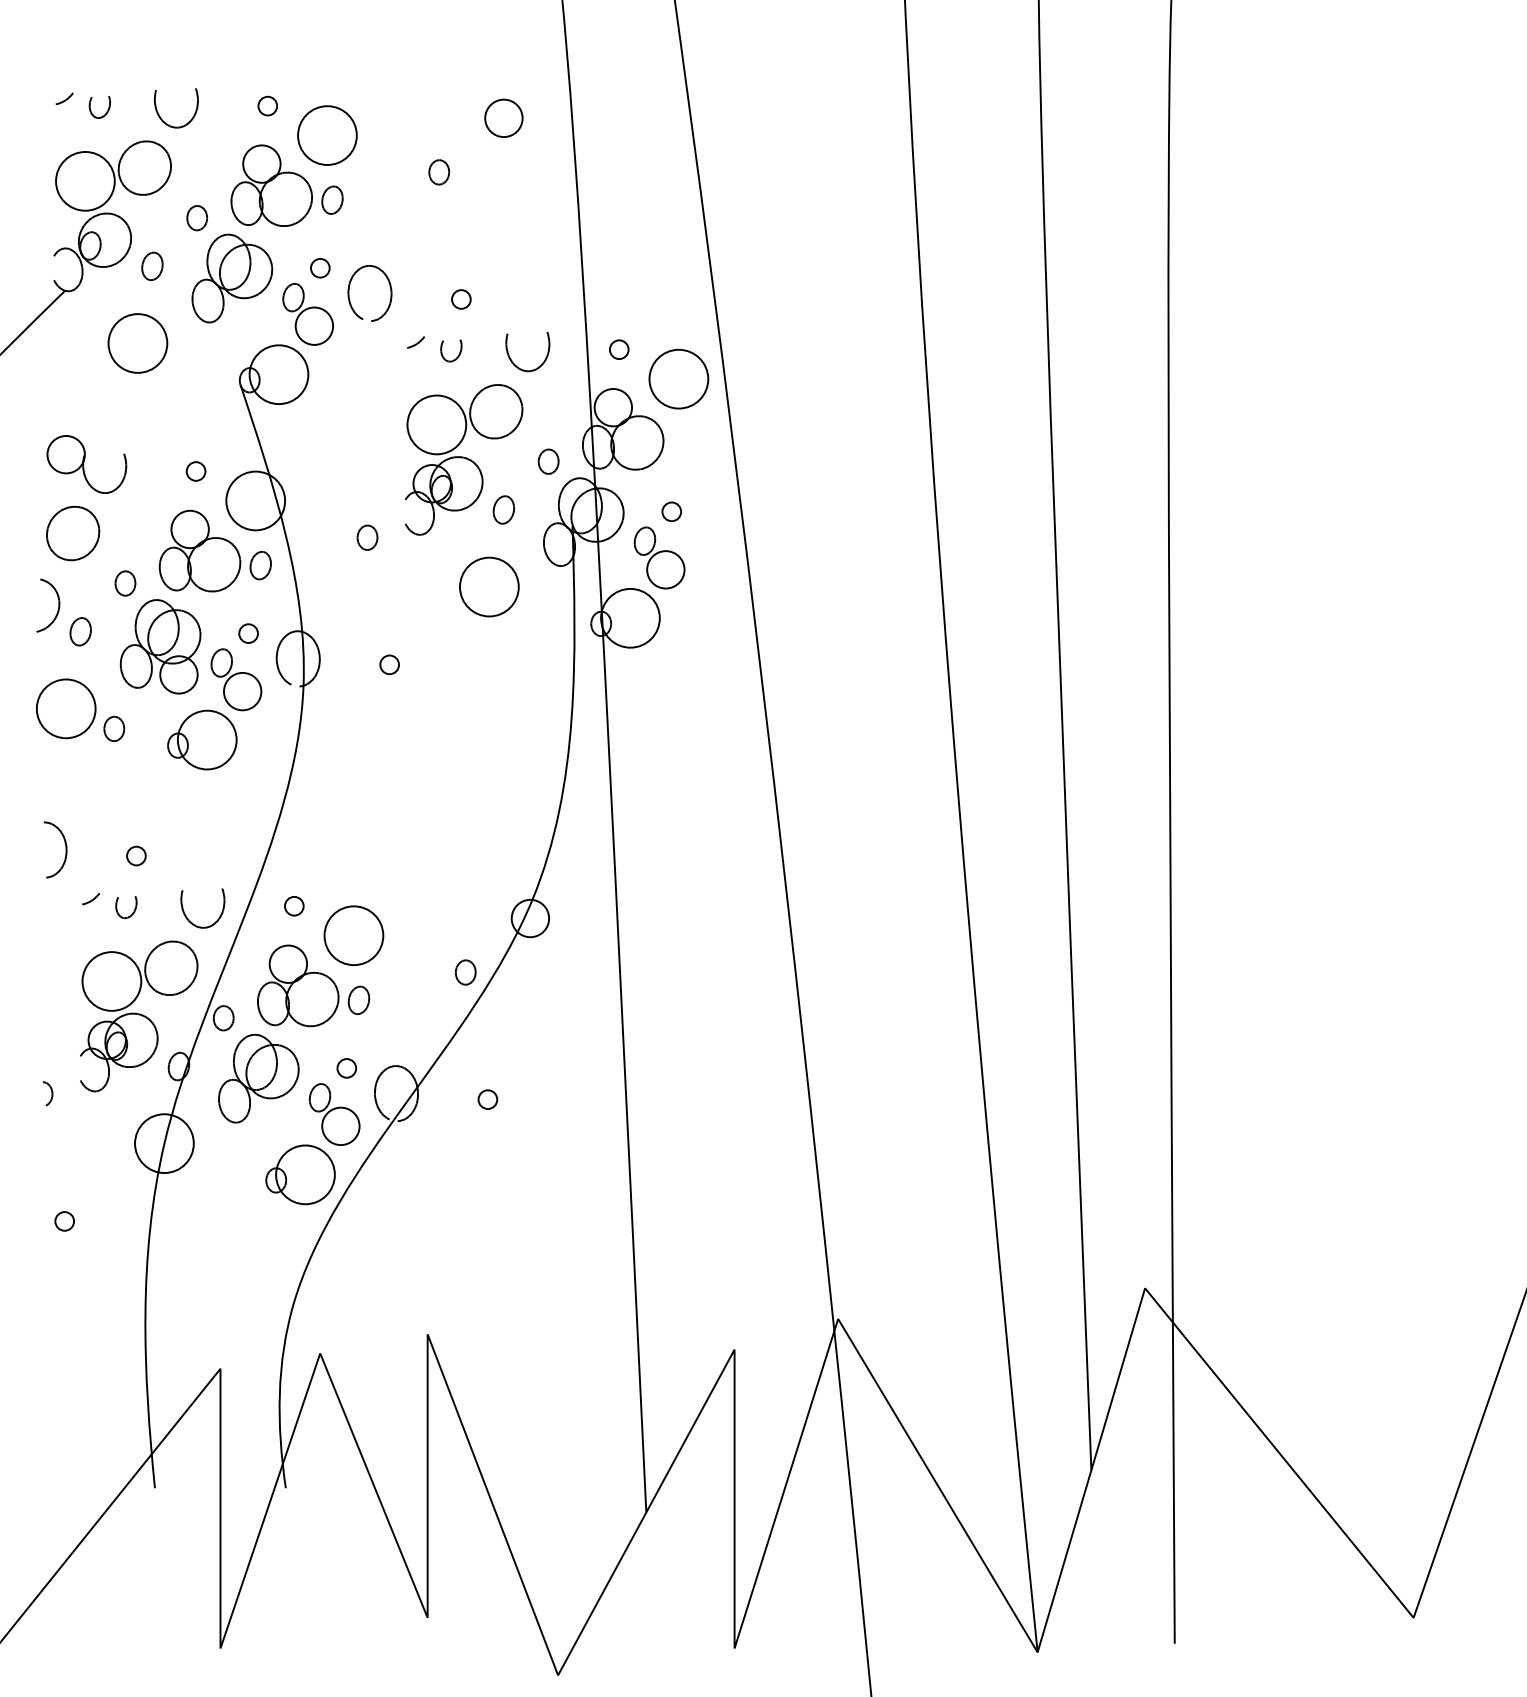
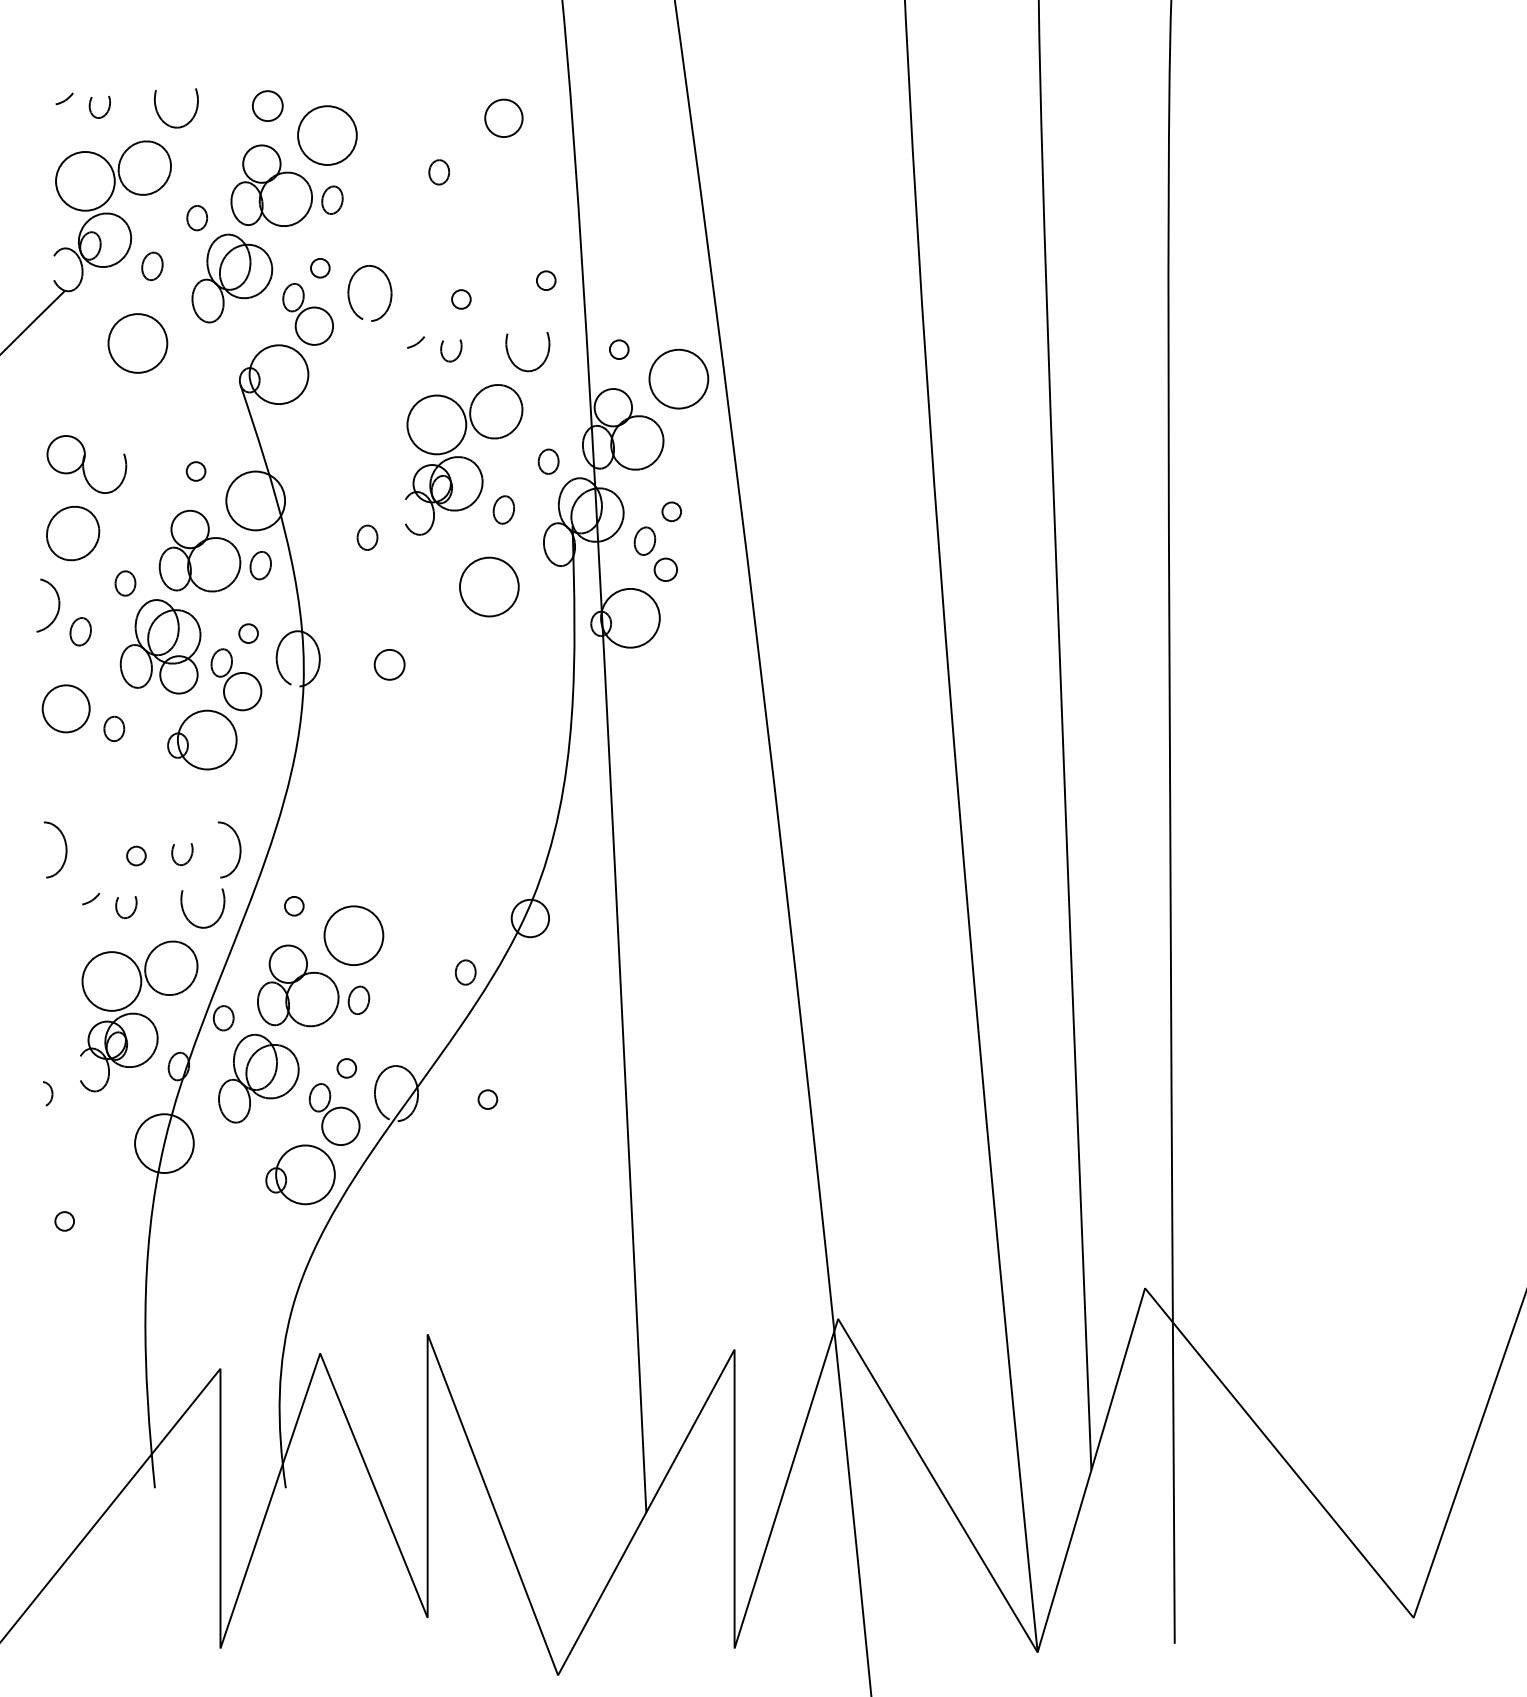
circle at (267, 105) diameter: 19 px -> 30 px
circle at (546, 280): none -> present
circle at (665, 569) diameter: 37 px -> 22 px
circle at (389, 664) diameter: 19 px -> 30 px
circle at (65, 708) diameter: 59 px -> 47 px
part at (239, 849): none -> present
part at (188, 859): none -> present
